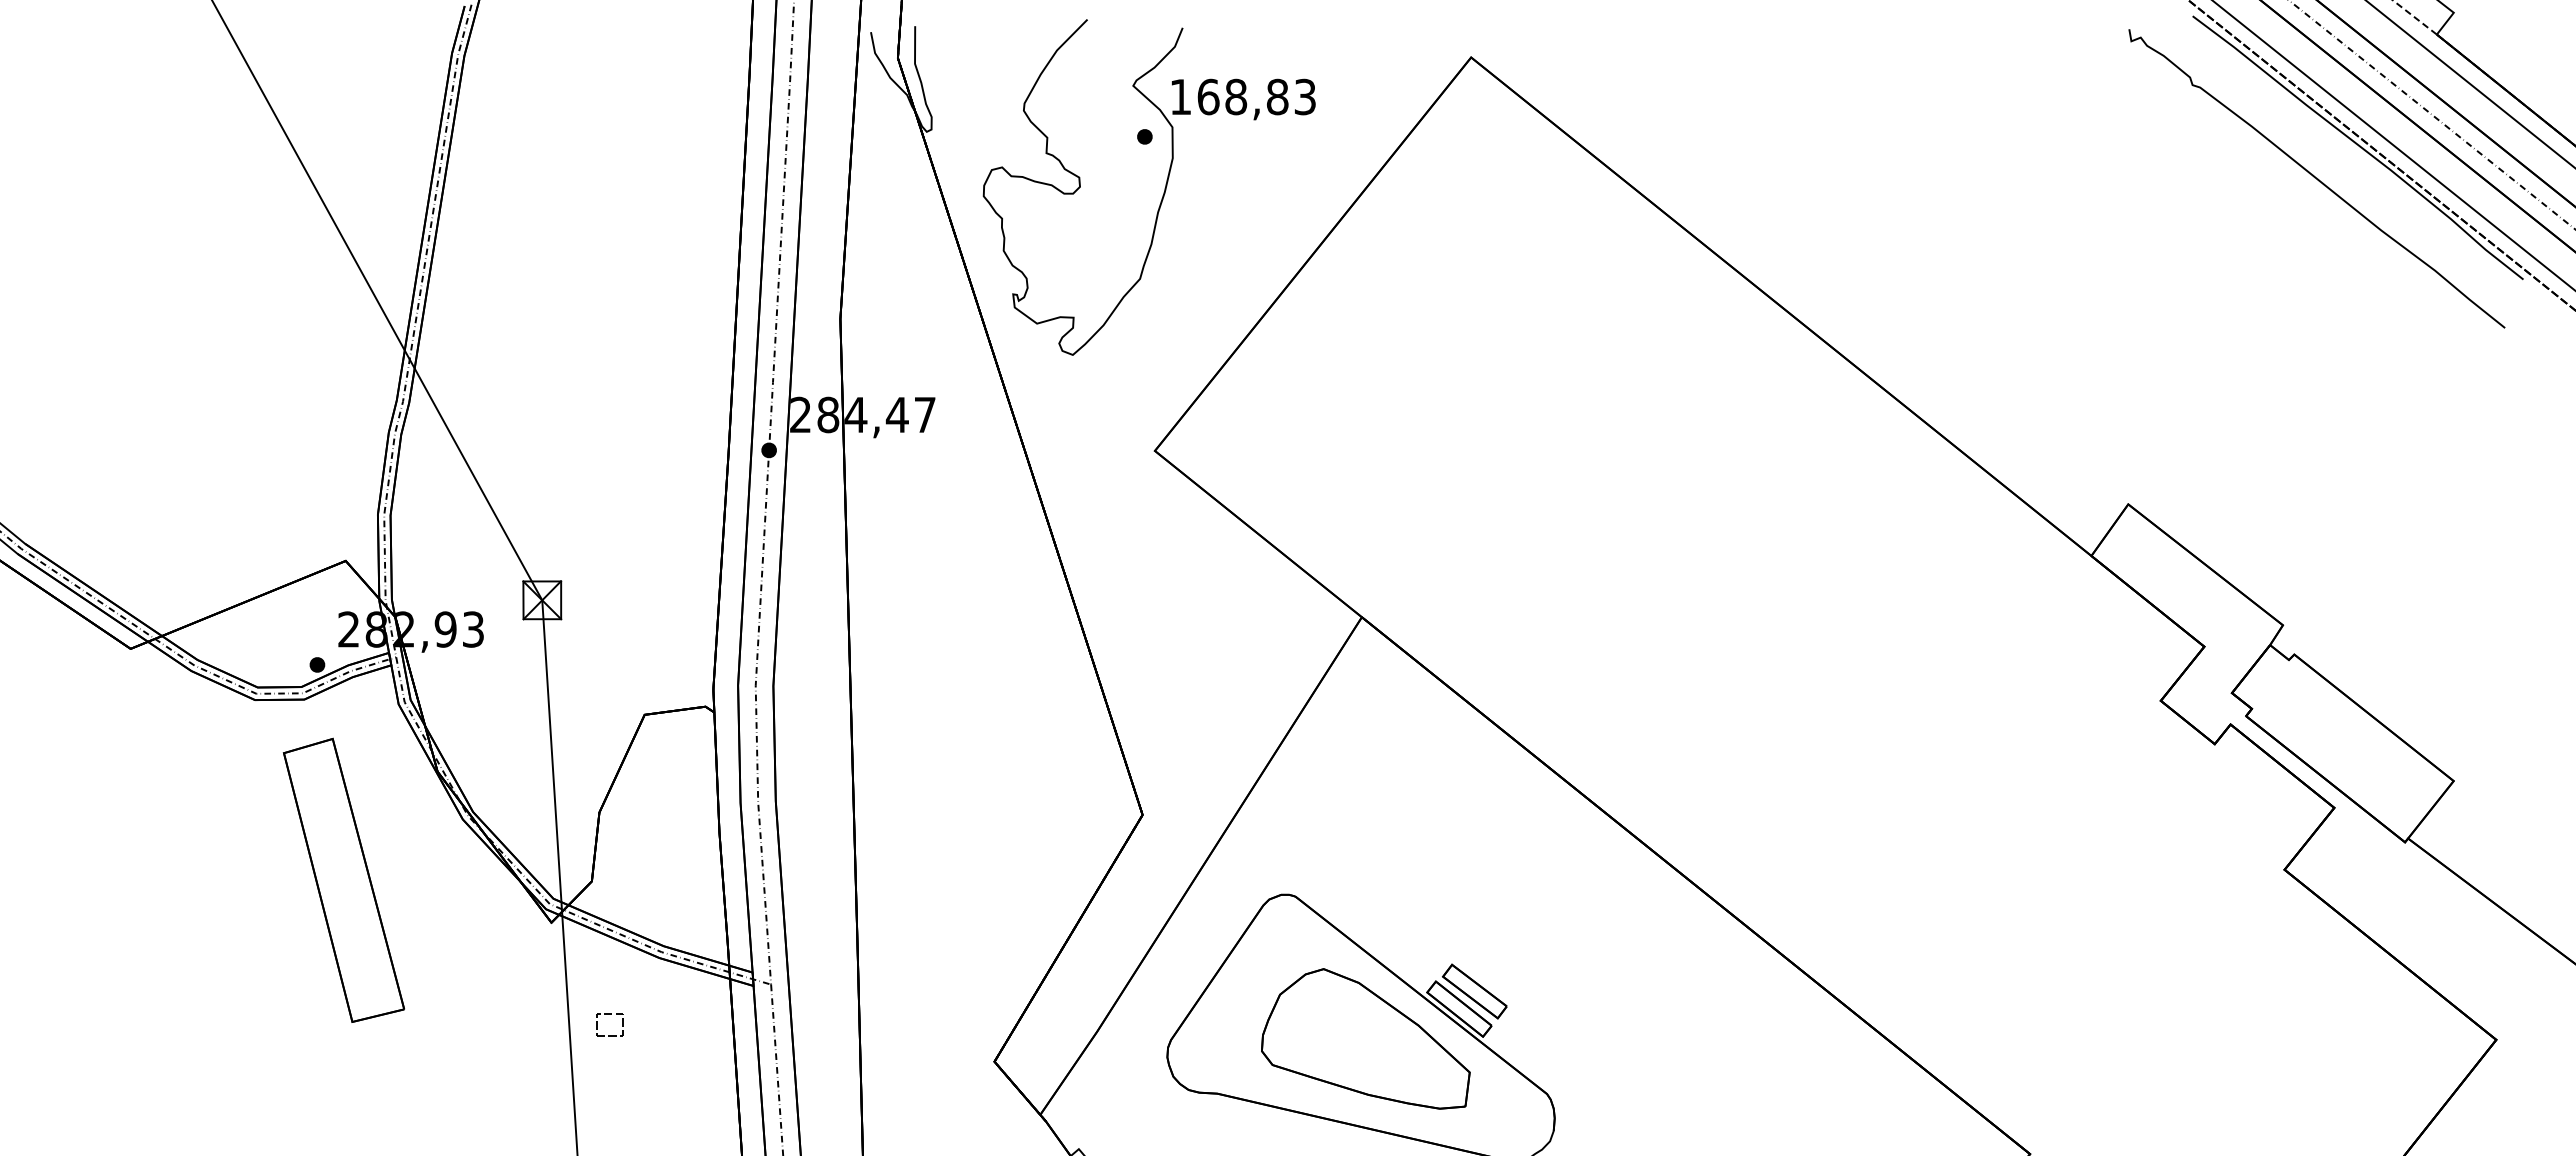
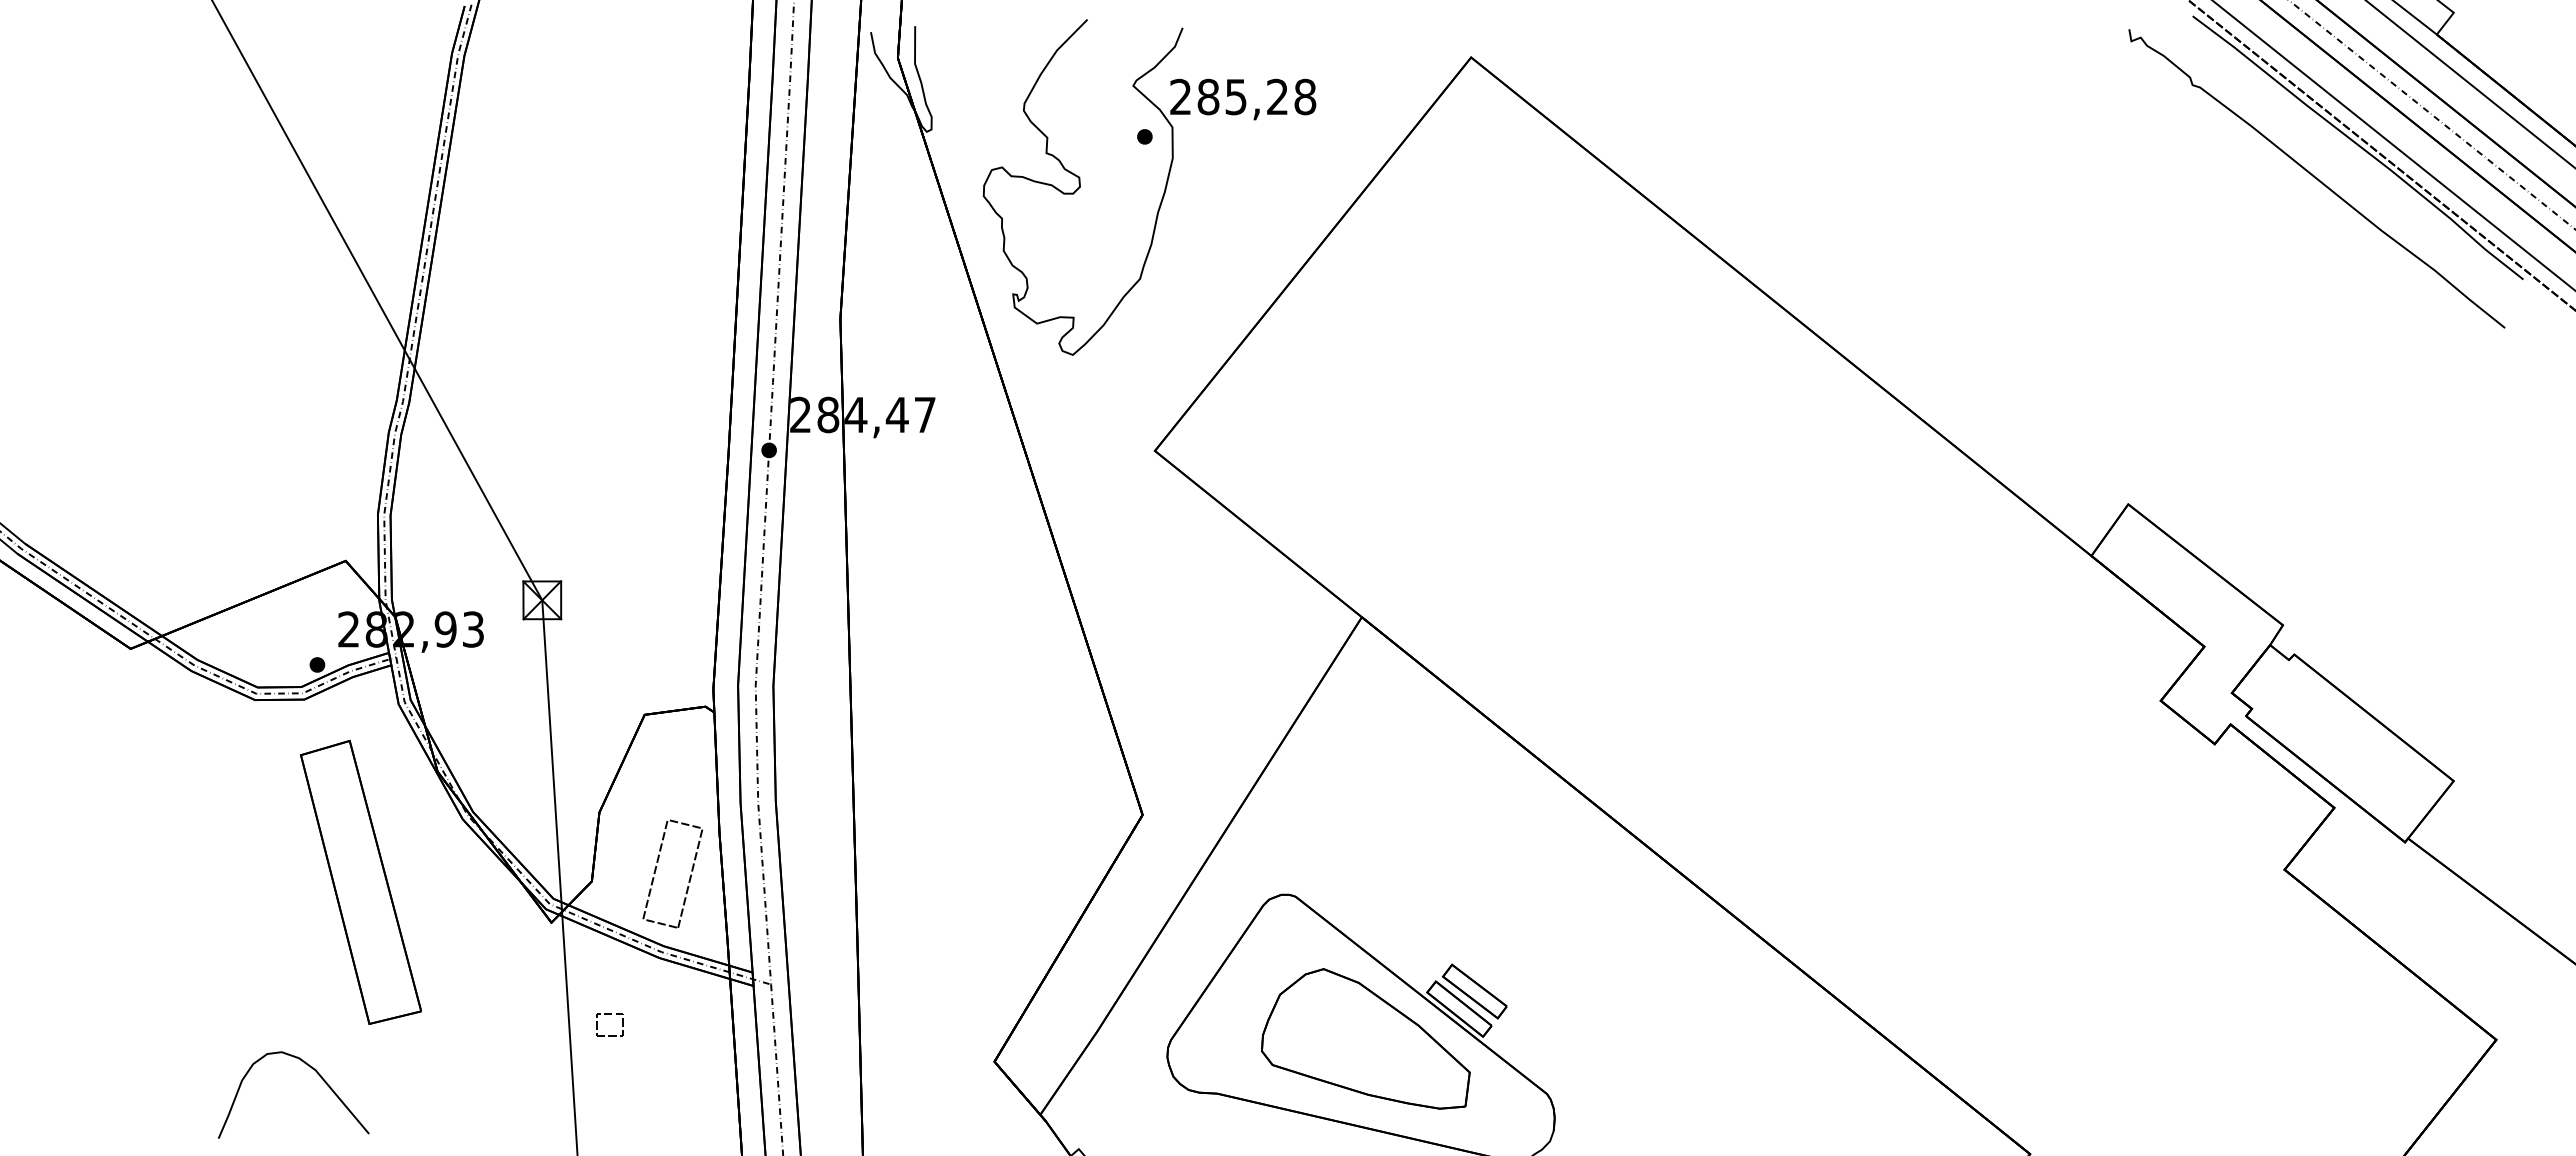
line at (2414, 17): dashed -> solid
text at (1243, 96): 168,83 -> 285,28
part at (656, 870): none -> present
part at (343, 879) position: (343, 879) -> (360, 881)
curve at (317, 1074): none -> present
